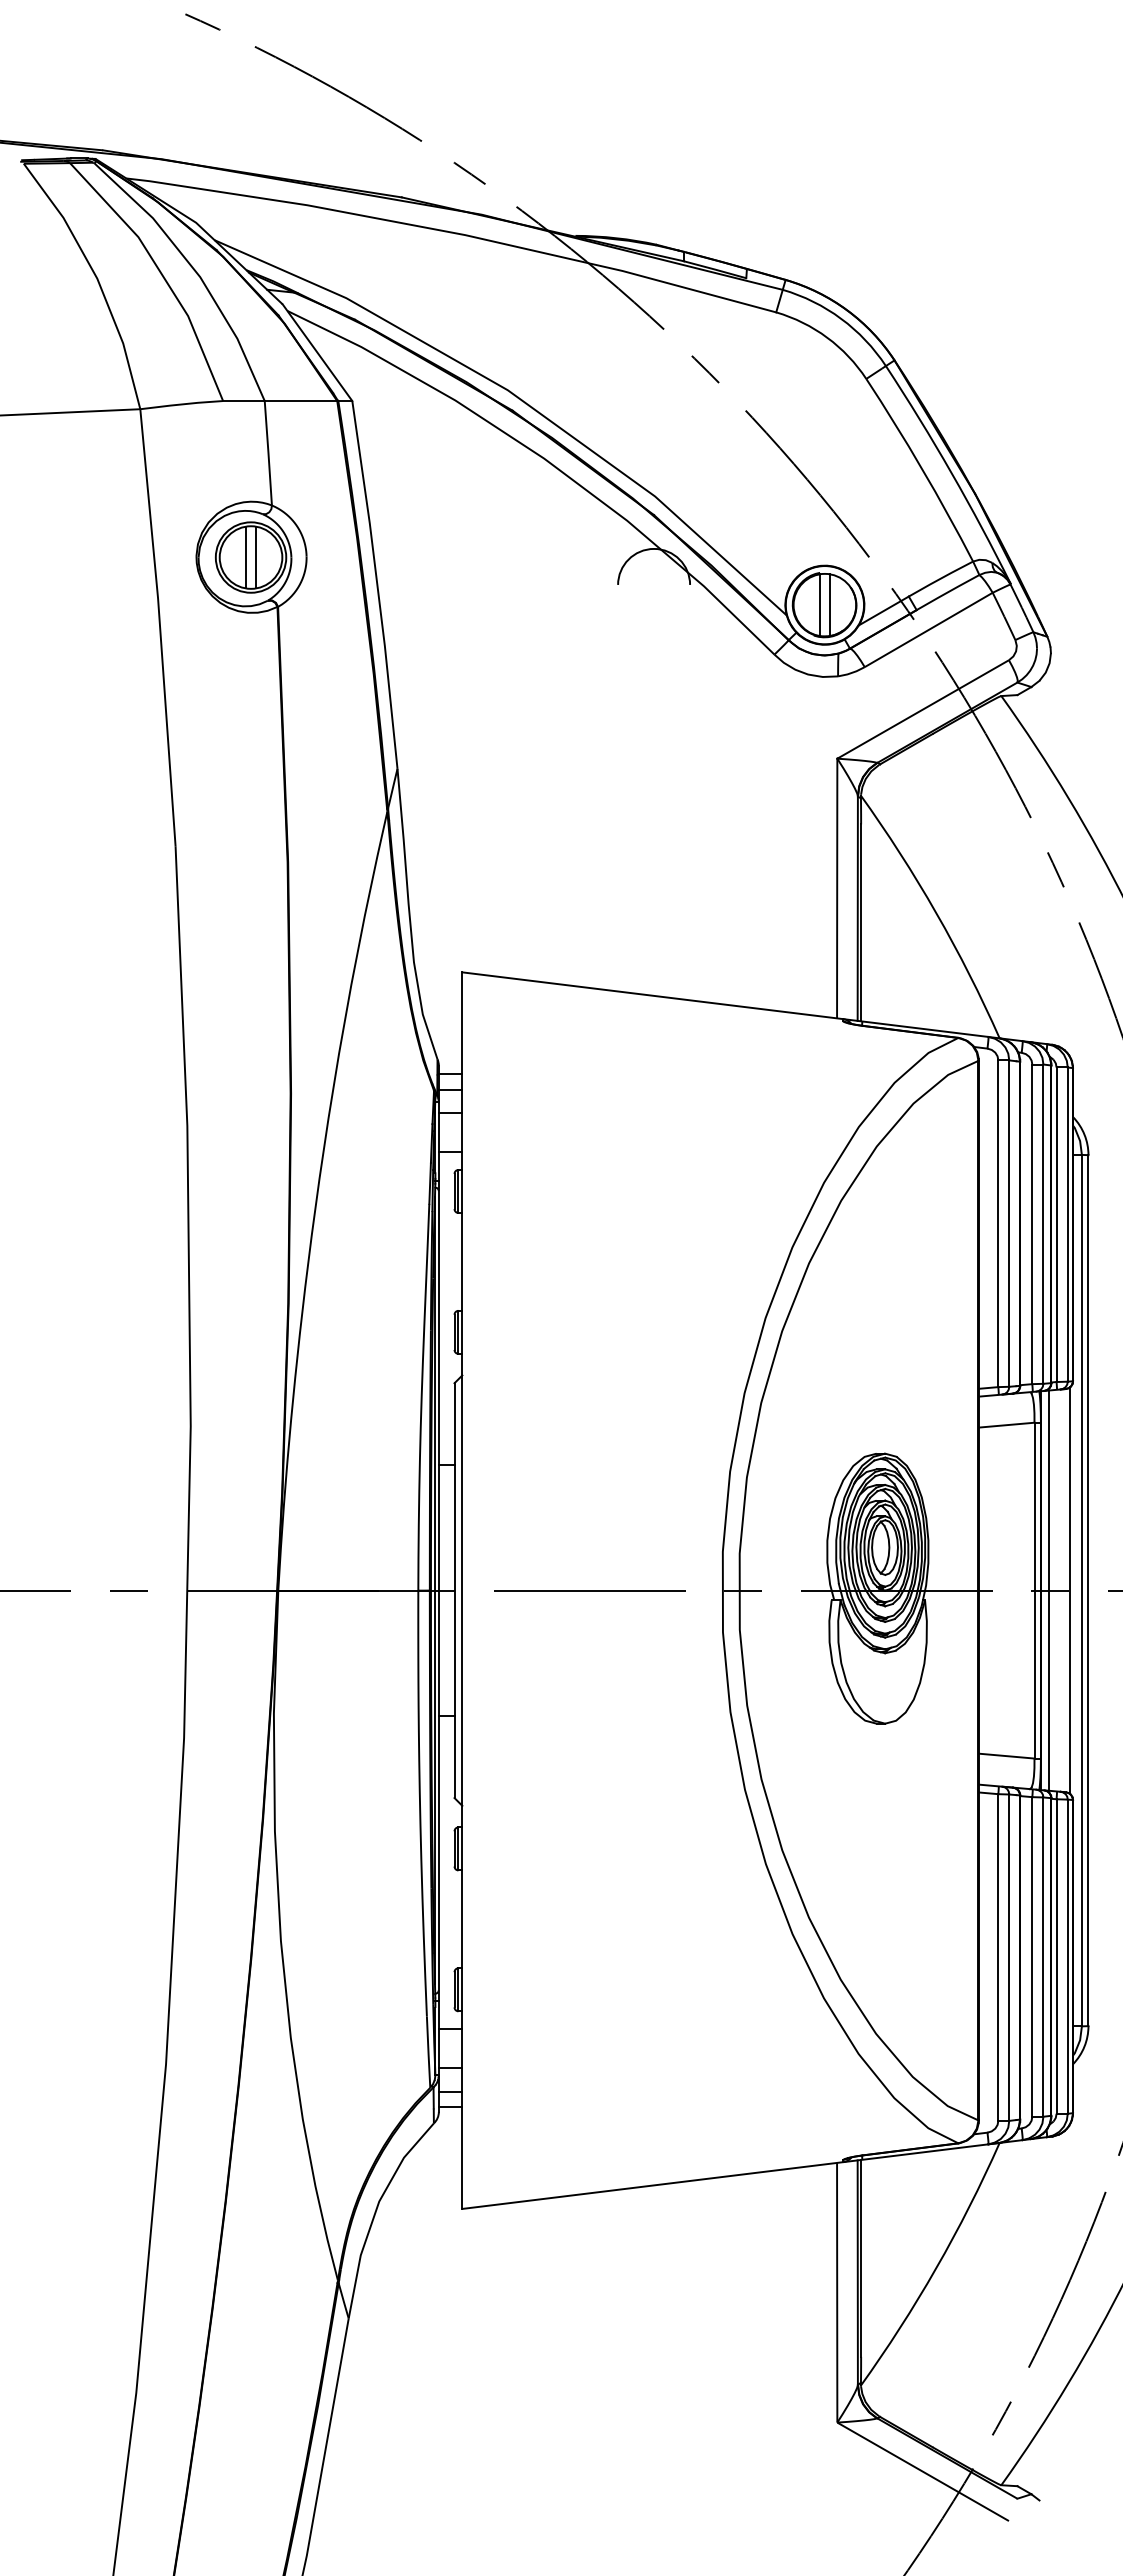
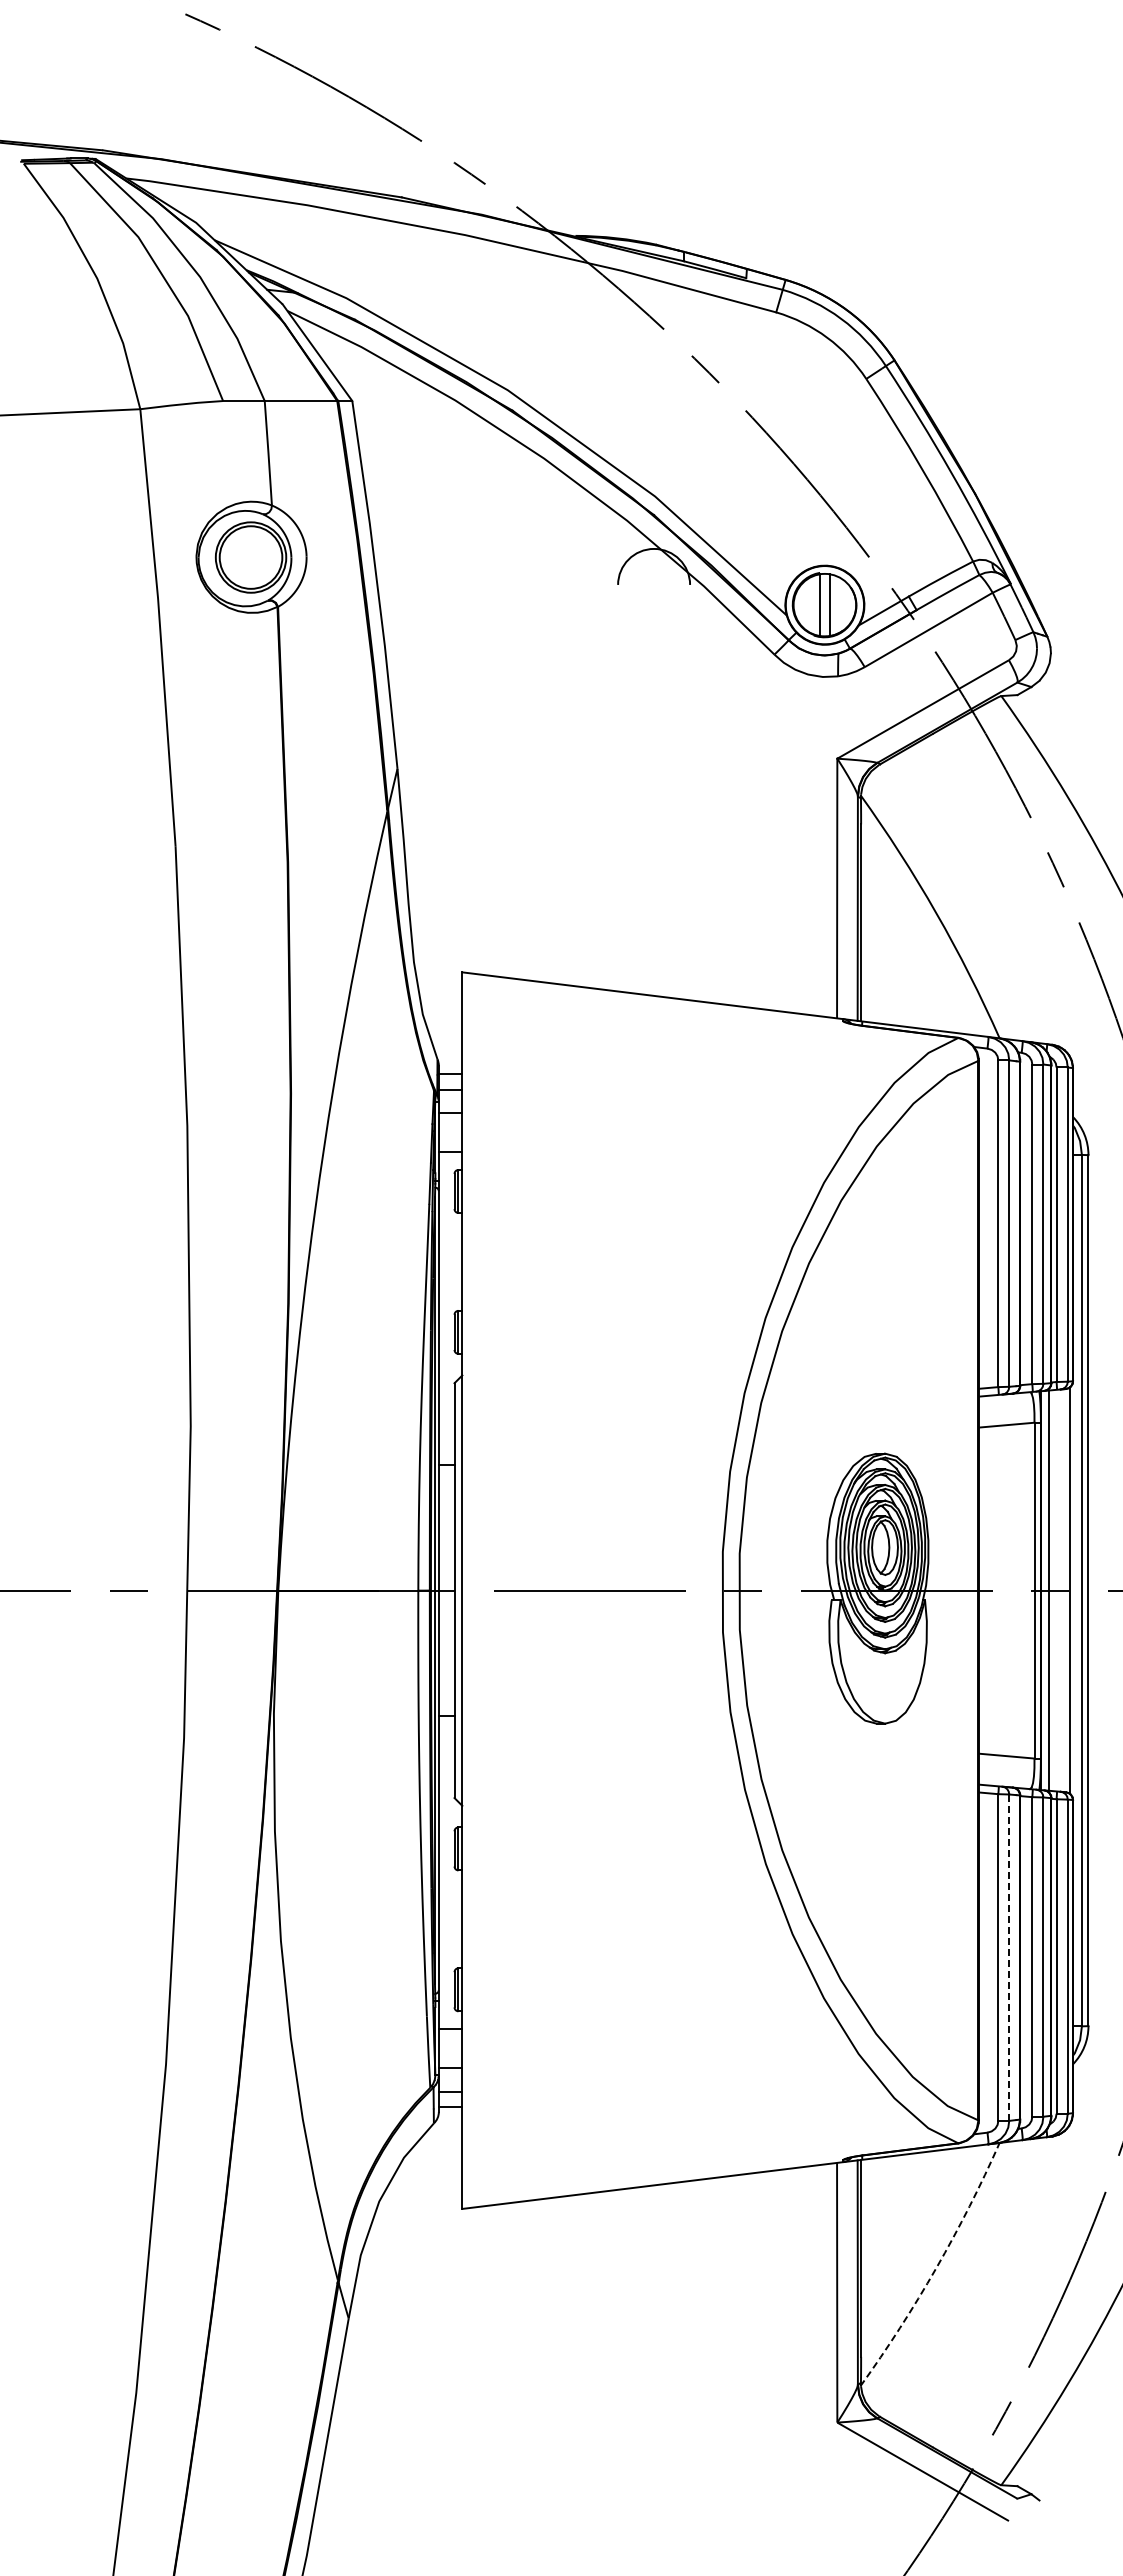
line at (245, 557): present -> none
line at (256, 557): present -> none
line at (1009, 1957): solid -> dashed
arc at (936, 2268): solid -> dashed
